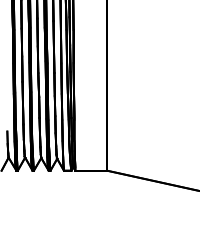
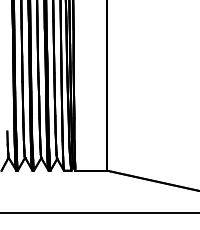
line at (99, 212): none -> present
